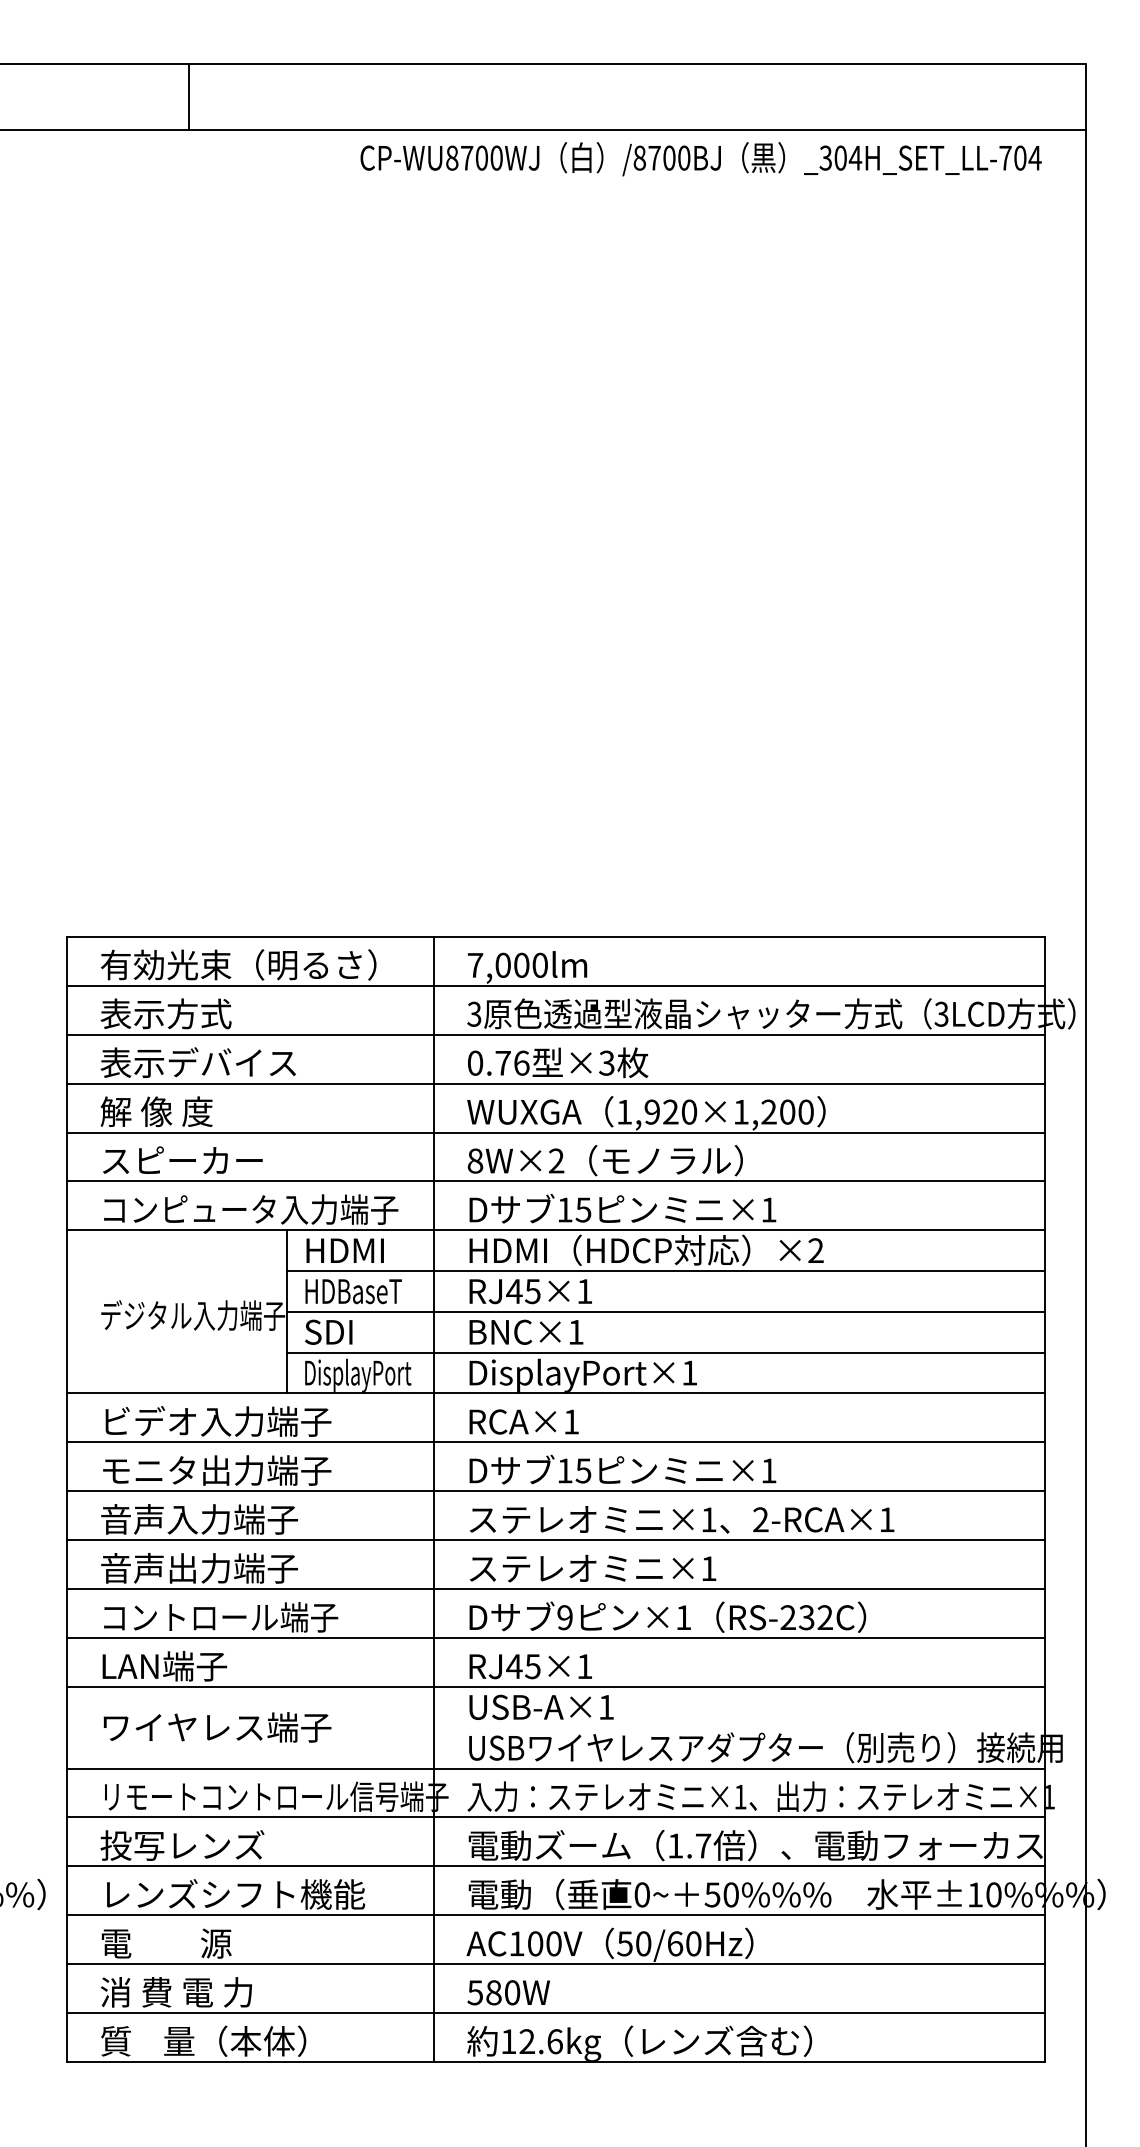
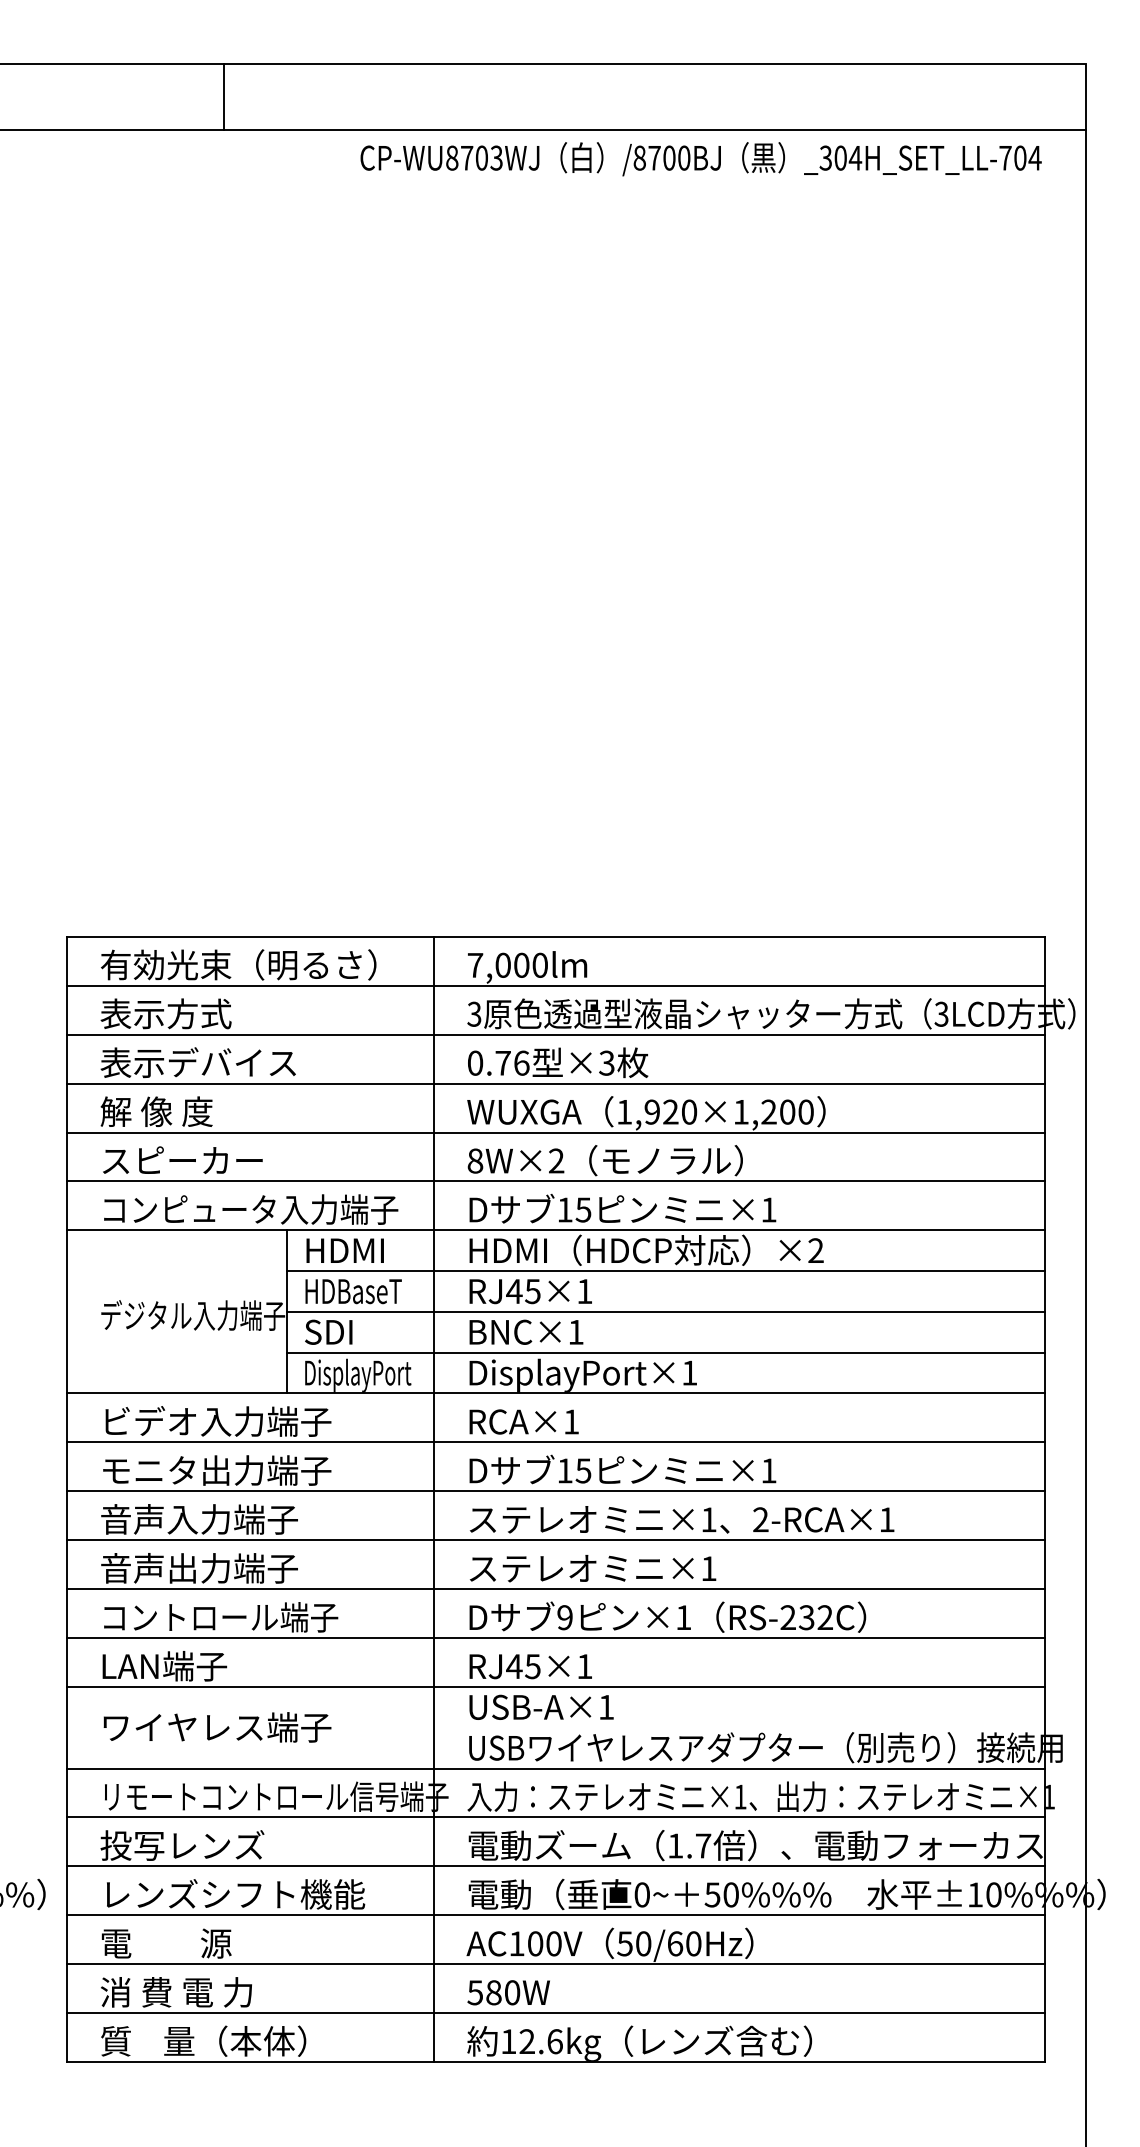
line at (189, 96) position: (189, 96) -> (224, 96)
text at (496, 157): CP-WU8700WJ -> CP-WU8703WJ
